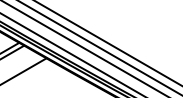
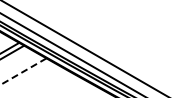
line at (107, 43): present -> none
line at (99, 48): present -> none
line at (23, 71): solid -> dashed
